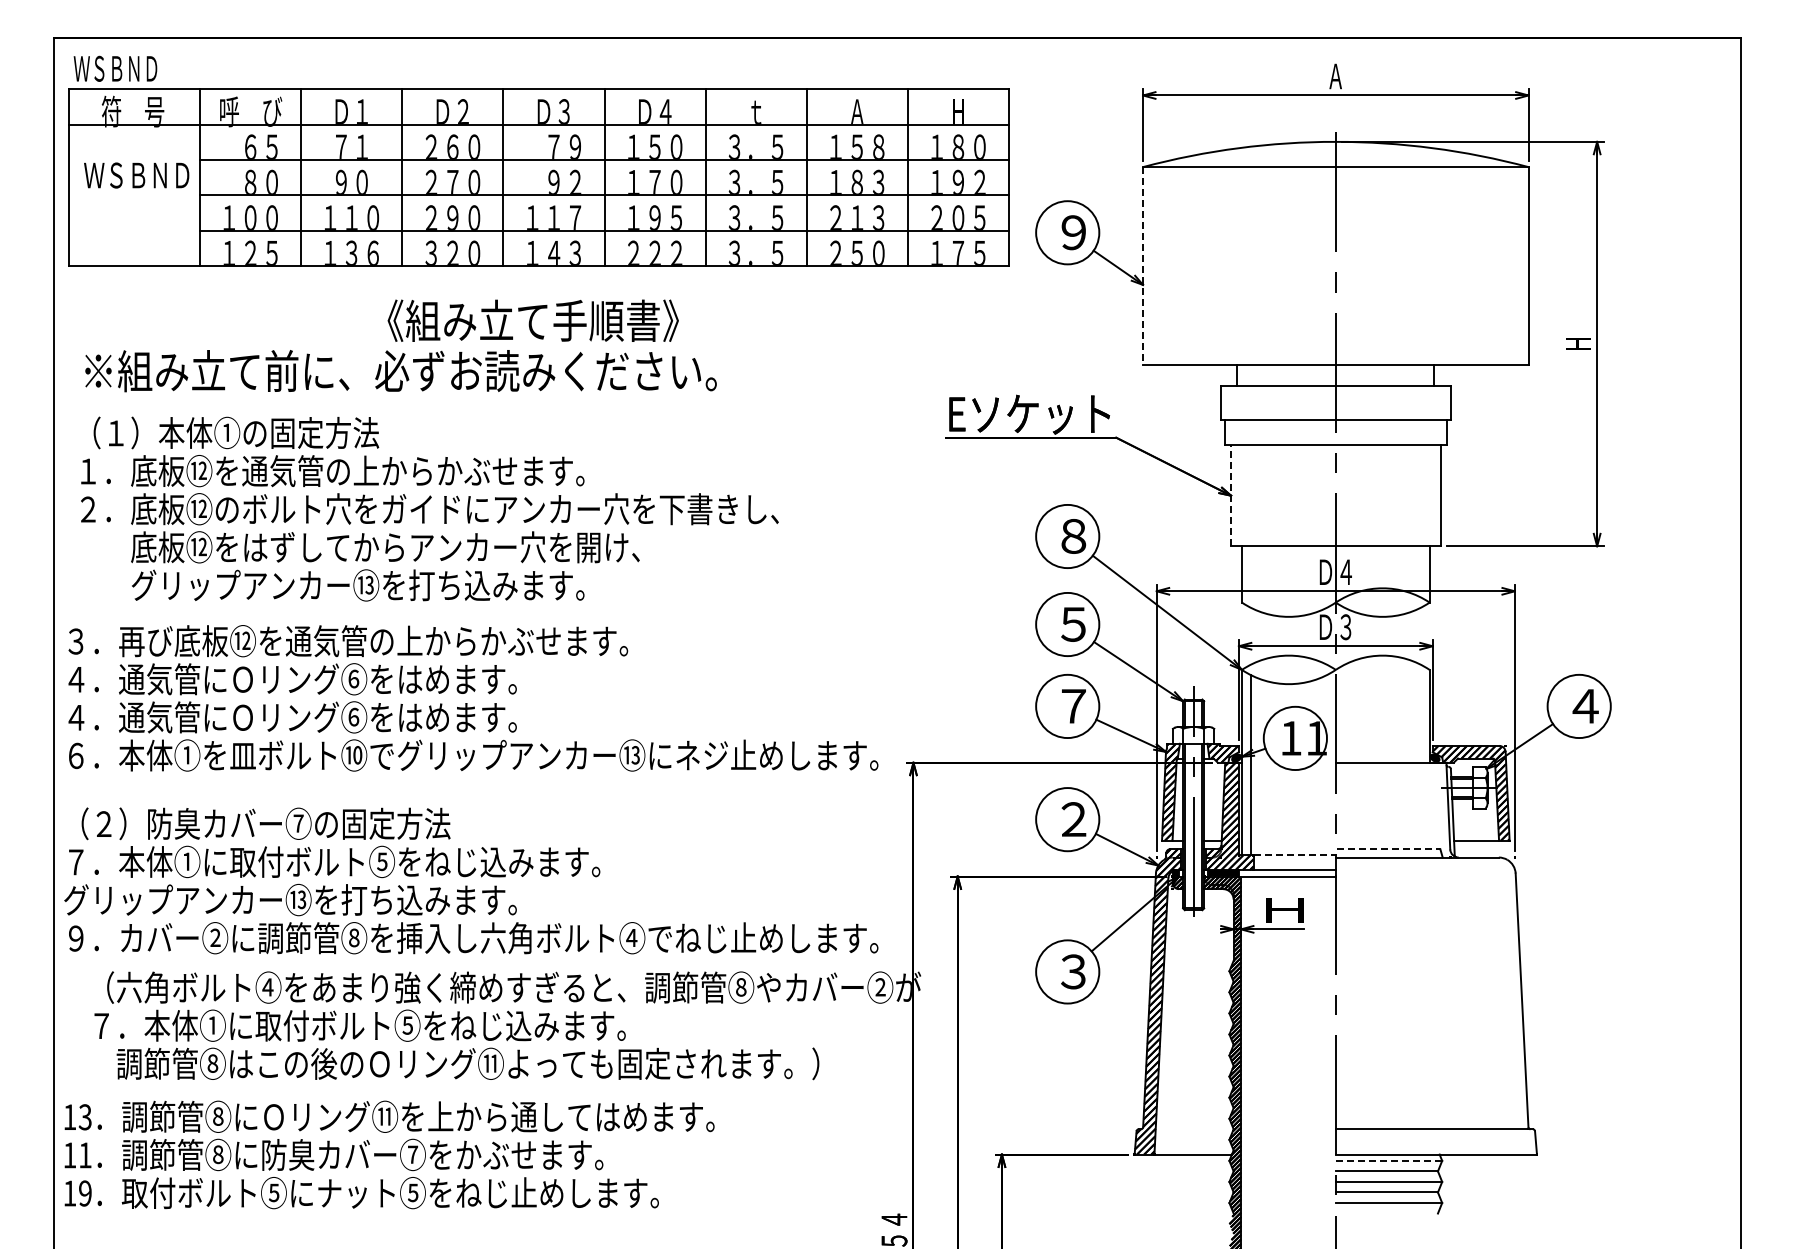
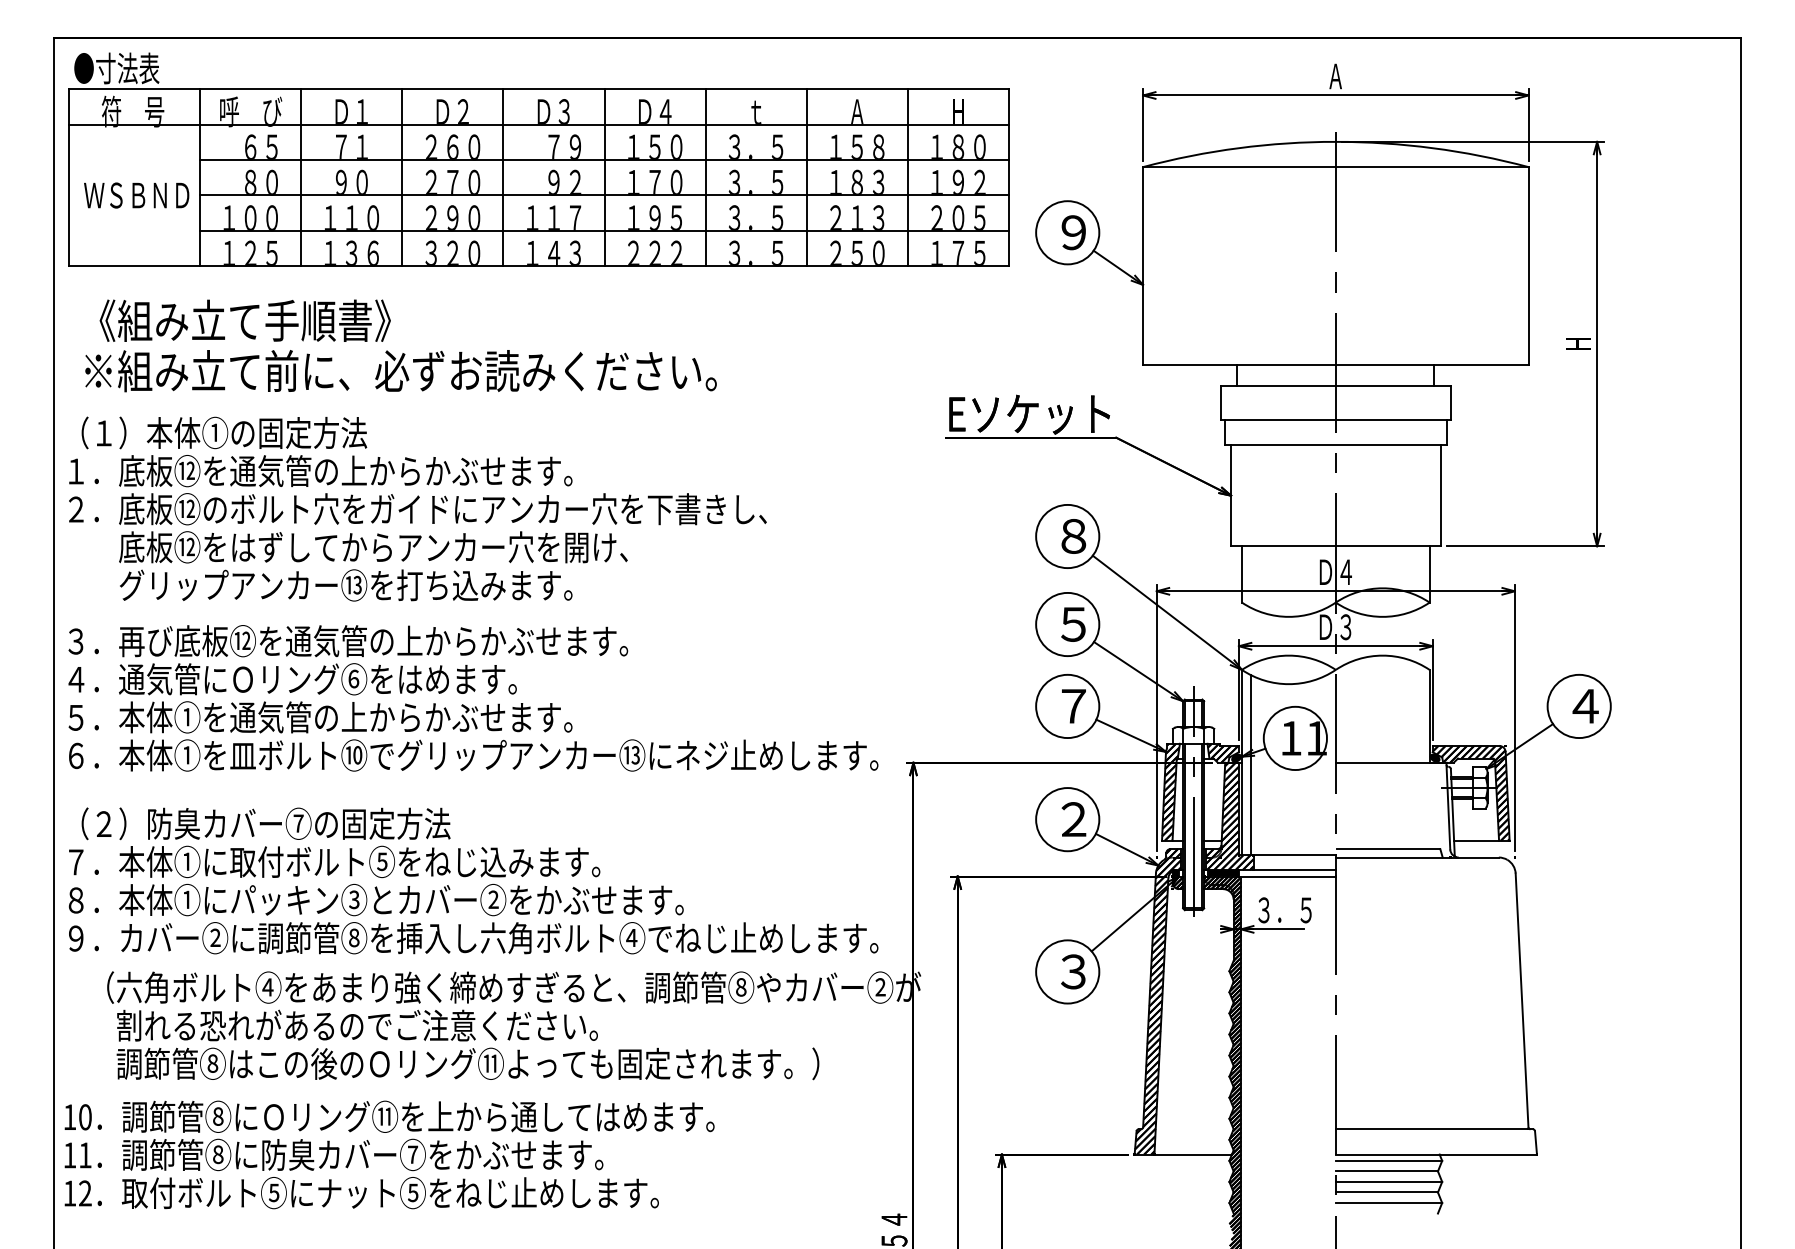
text at (116, 68): ＷＳＢＮＤ -> ●寸法表
text at (136, 175) position: (136, 175) -> (136, 195)
line at (1143, 266): dashed -> solid
text at (532, 320) position: (532, 320) -> (244, 320)
line at (1231, 495): dashed -> solid
text at (429, 508) position: (429, 508) -> (417, 508)
text at (320, 717): ４．通気管にＯリング⑥をはめます。 -> ５．本体①を通気管の上からかぶせます。
line at (1388, 849): dashed -> solid
line at (1295, 855): dashed -> solid
text at (373, 899): グリップアンカー⑬を打ち込みます。 -> ８．本体①にパッキン③とカバー②をかぶせます。
text at (1284, 910): Ｈ -> ３．５
text at (359, 1025): ７．本体①に取付ボルト⑤をねじ込みます。 -> 割れる恐れがあるのでご注意ください。
text at (84, 1117): 13 -> 10
line at (1388, 1160): dashed -> solid
text at (85, 1193): 19 -> 12
